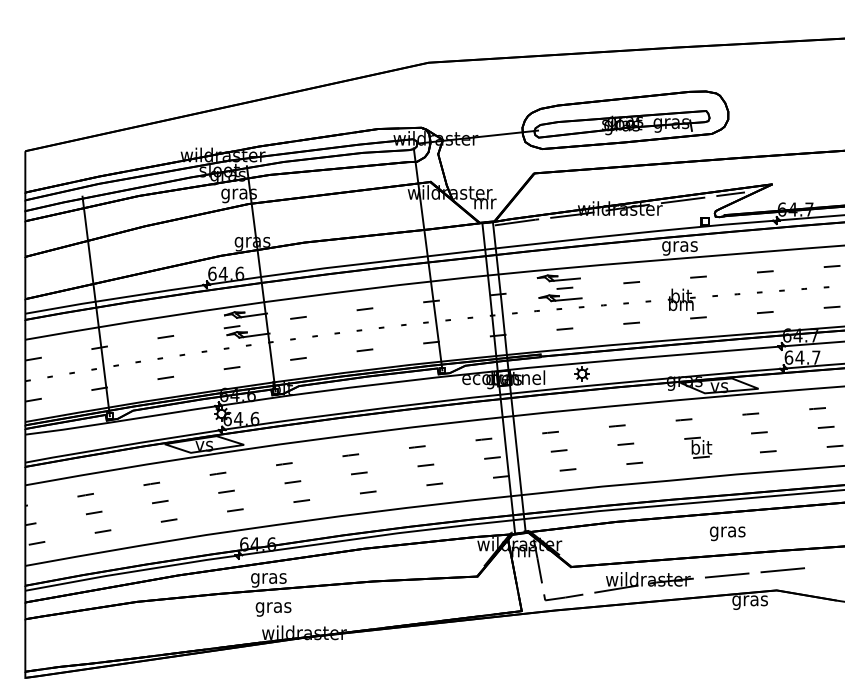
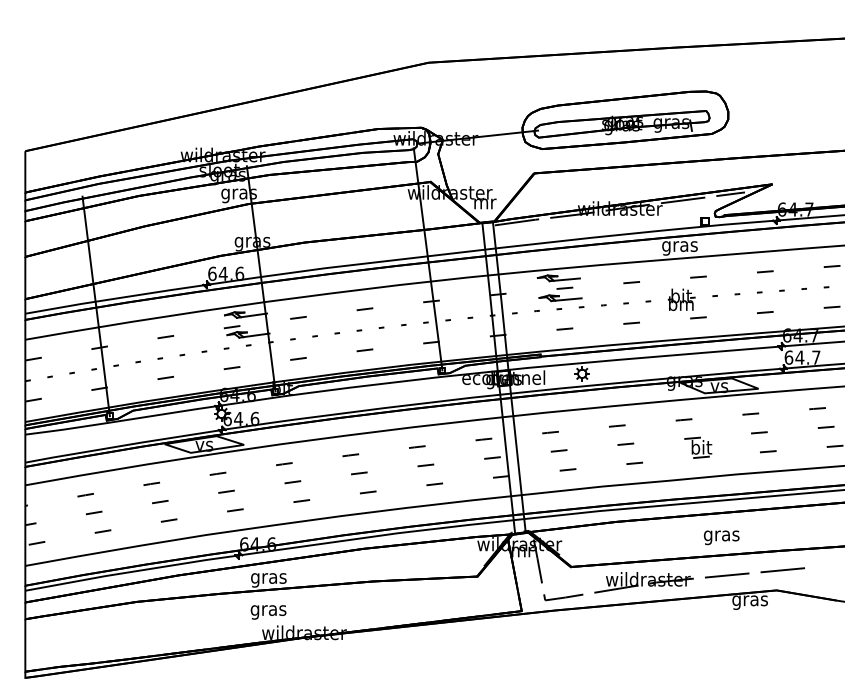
text at (727, 533) position: (727, 533) -> (721, 537)
text at (273, 609) position: (273, 609) -> (268, 612)
